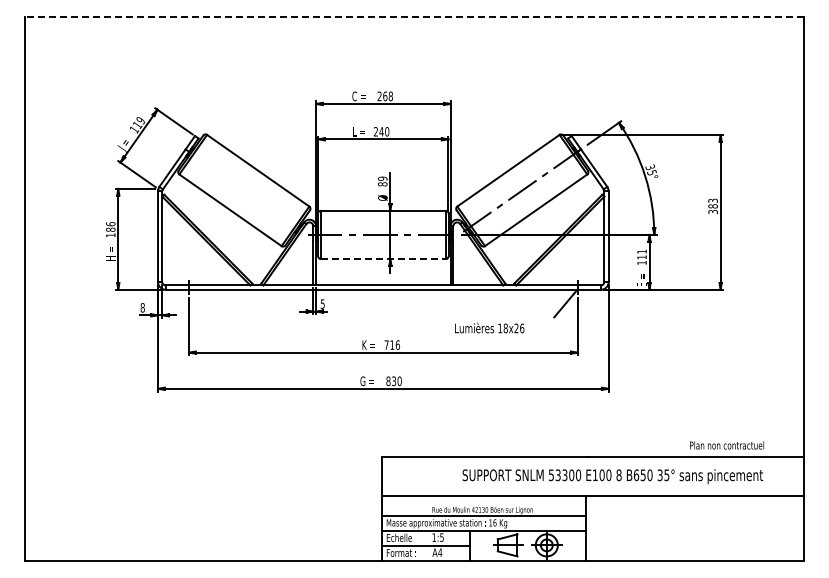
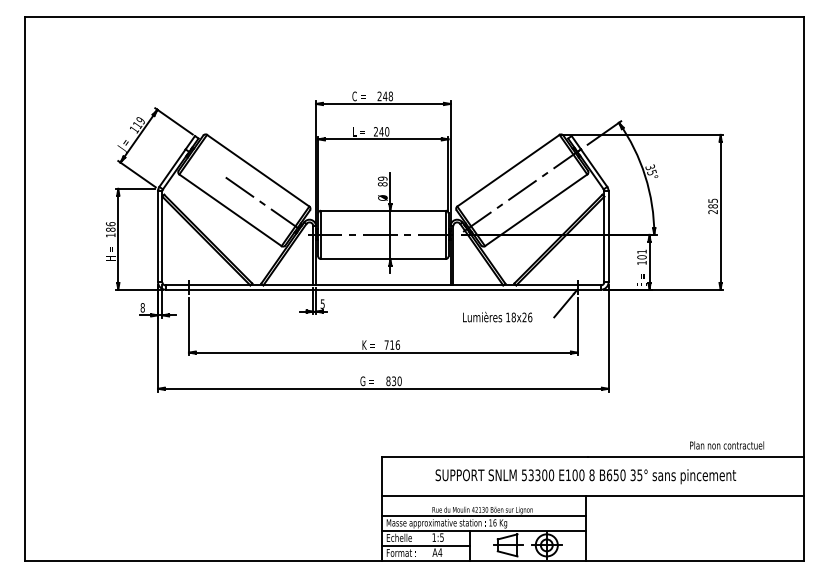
line at (414, 17): dashed -> solid
text at (385, 96): 268 -> 248
line at (263, 203): none -> present
text at (712, 206): 383 -> 285
text at (641, 257): 111 -> 101
line at (383, 259): dashed -> solid
text at (489, 327) position: (489, 327) -> (497, 316)
text at (612, 476) position: (612, 476) -> (585, 476)
